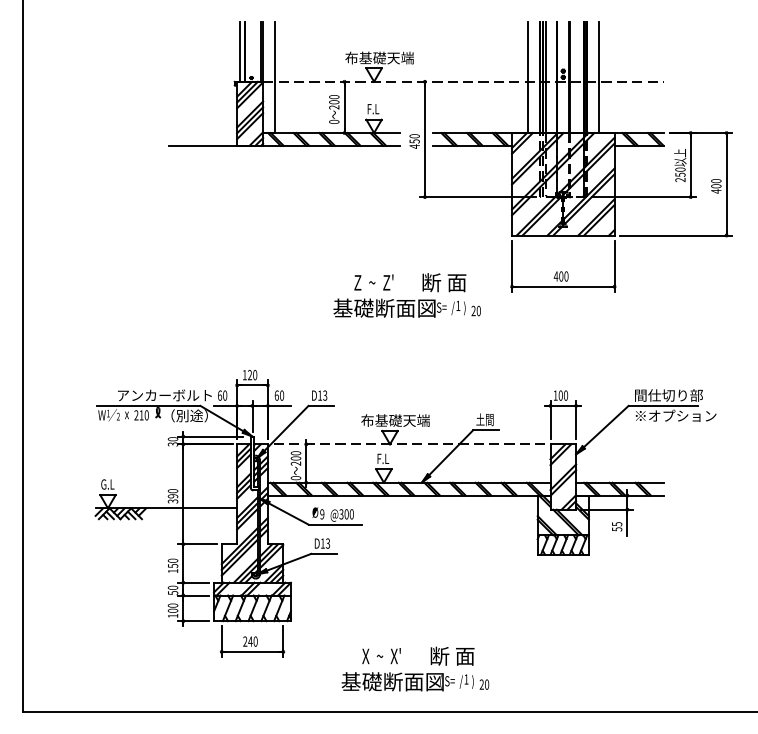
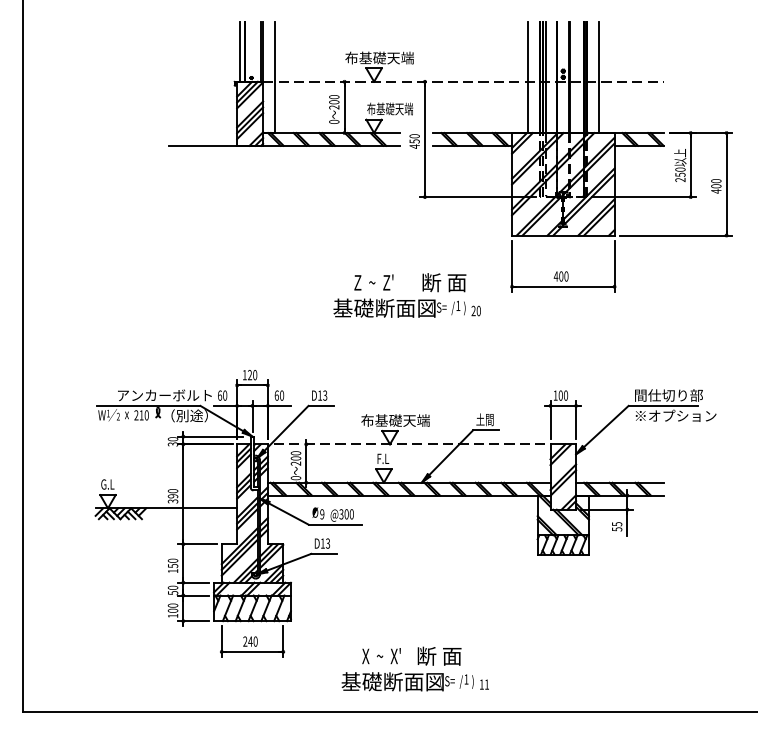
text at (390, 108): F.L -> 布基礎天端
text at (452, 655) position: (452, 655) -> (439, 655)
text at (484, 684): 20 -> 11
